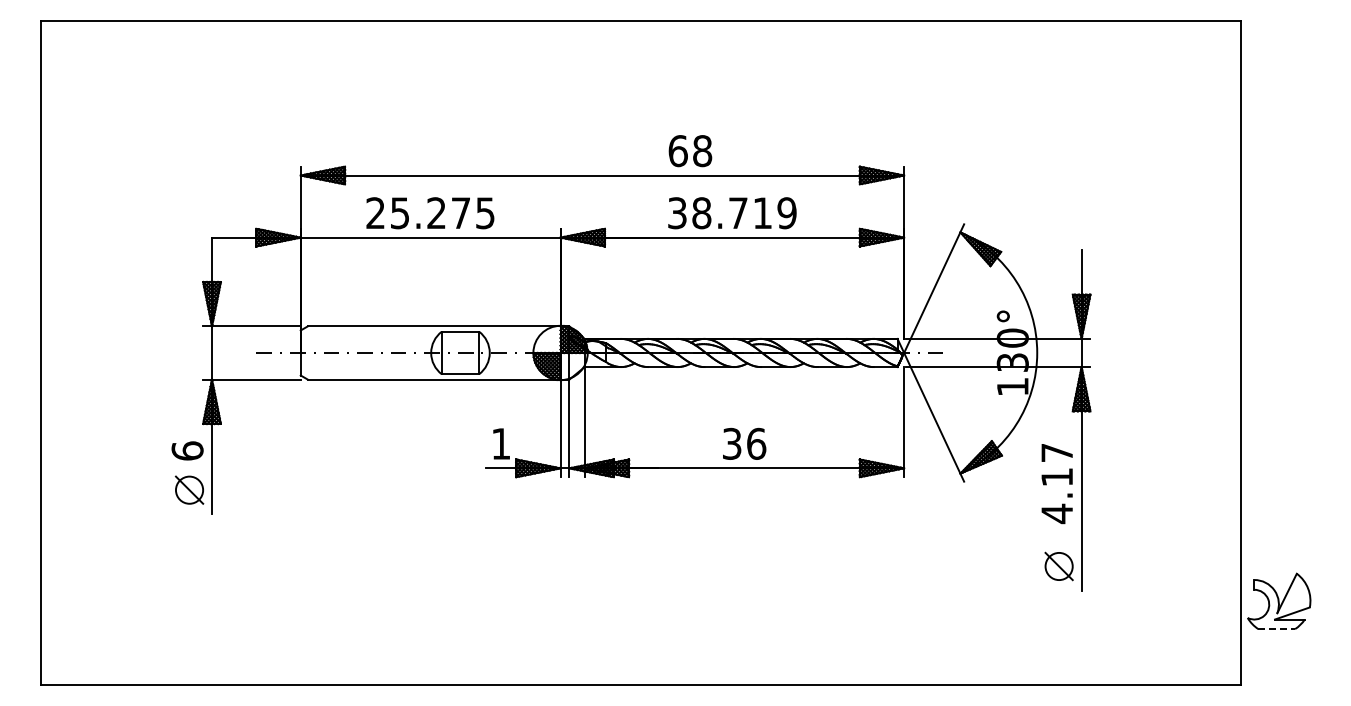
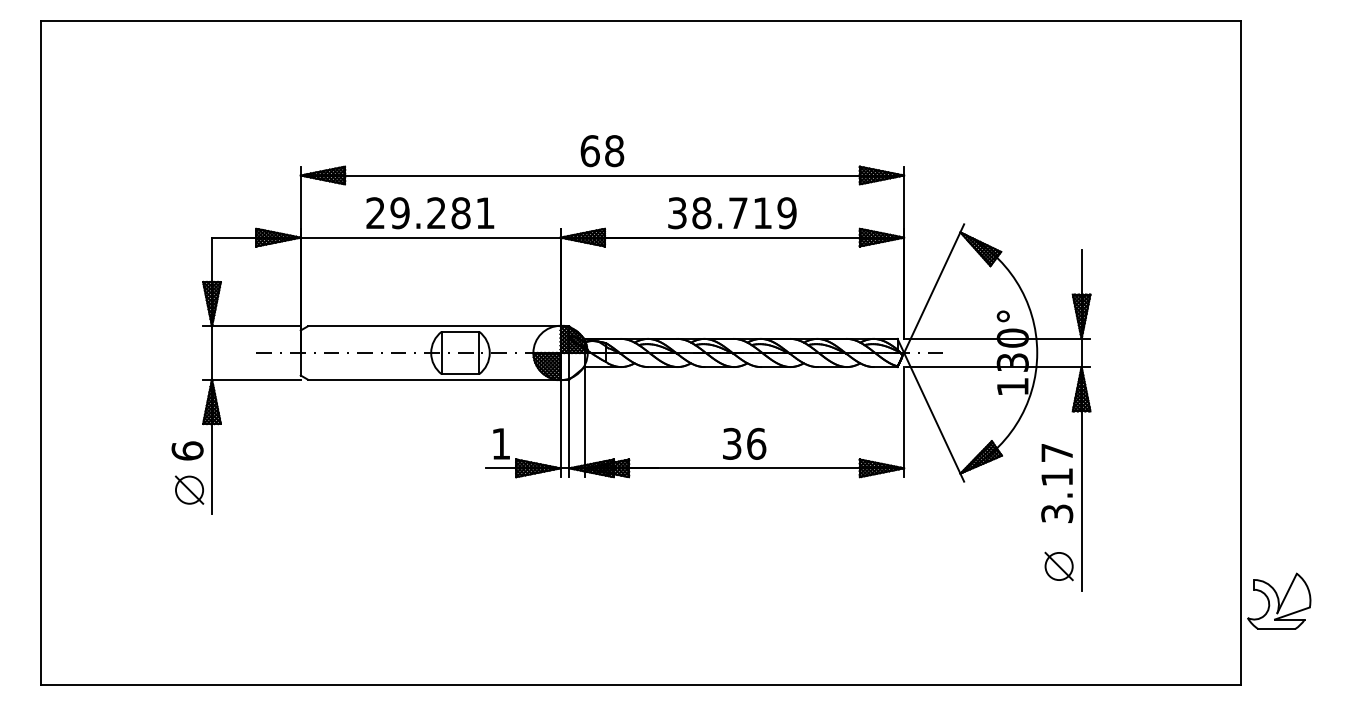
text at (690, 151) position: (690, 151) -> (602, 151)
text at (442, 213): 25.275 -> 29.281
text at (1057, 513): 4.17 -> 3.17
line at (1277, 629): dashed -> solid
